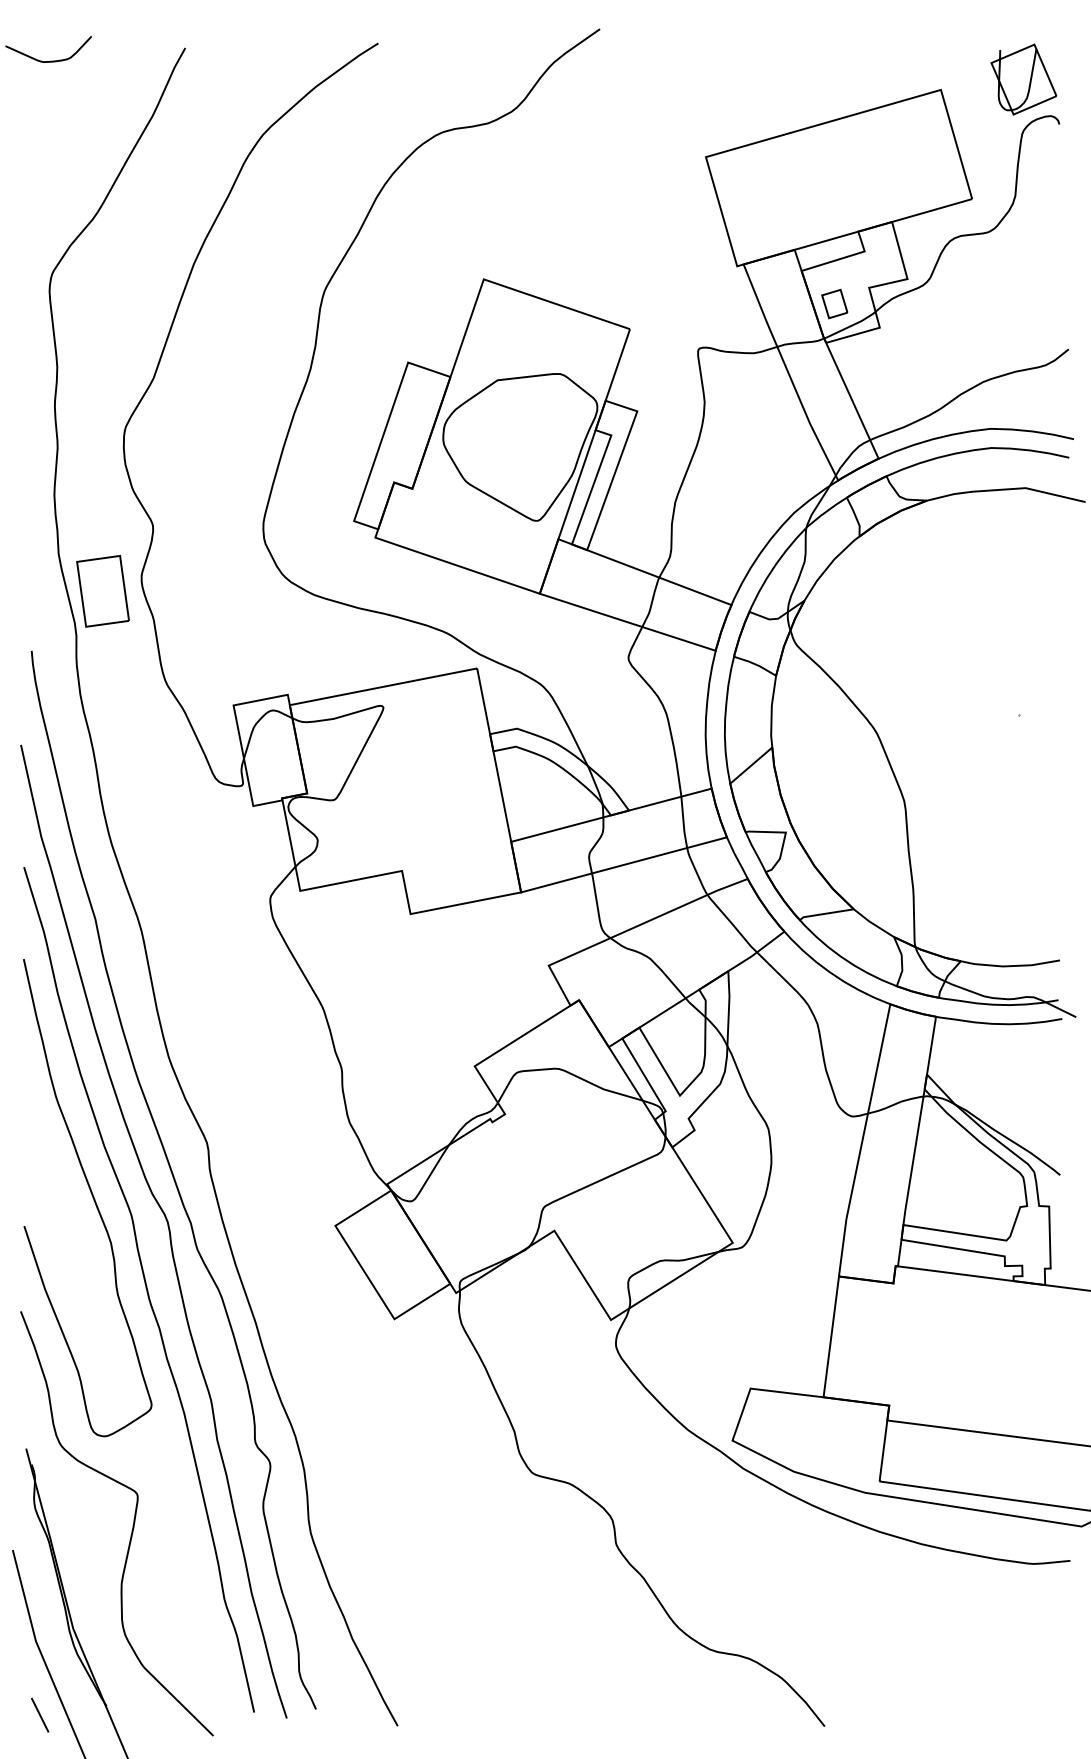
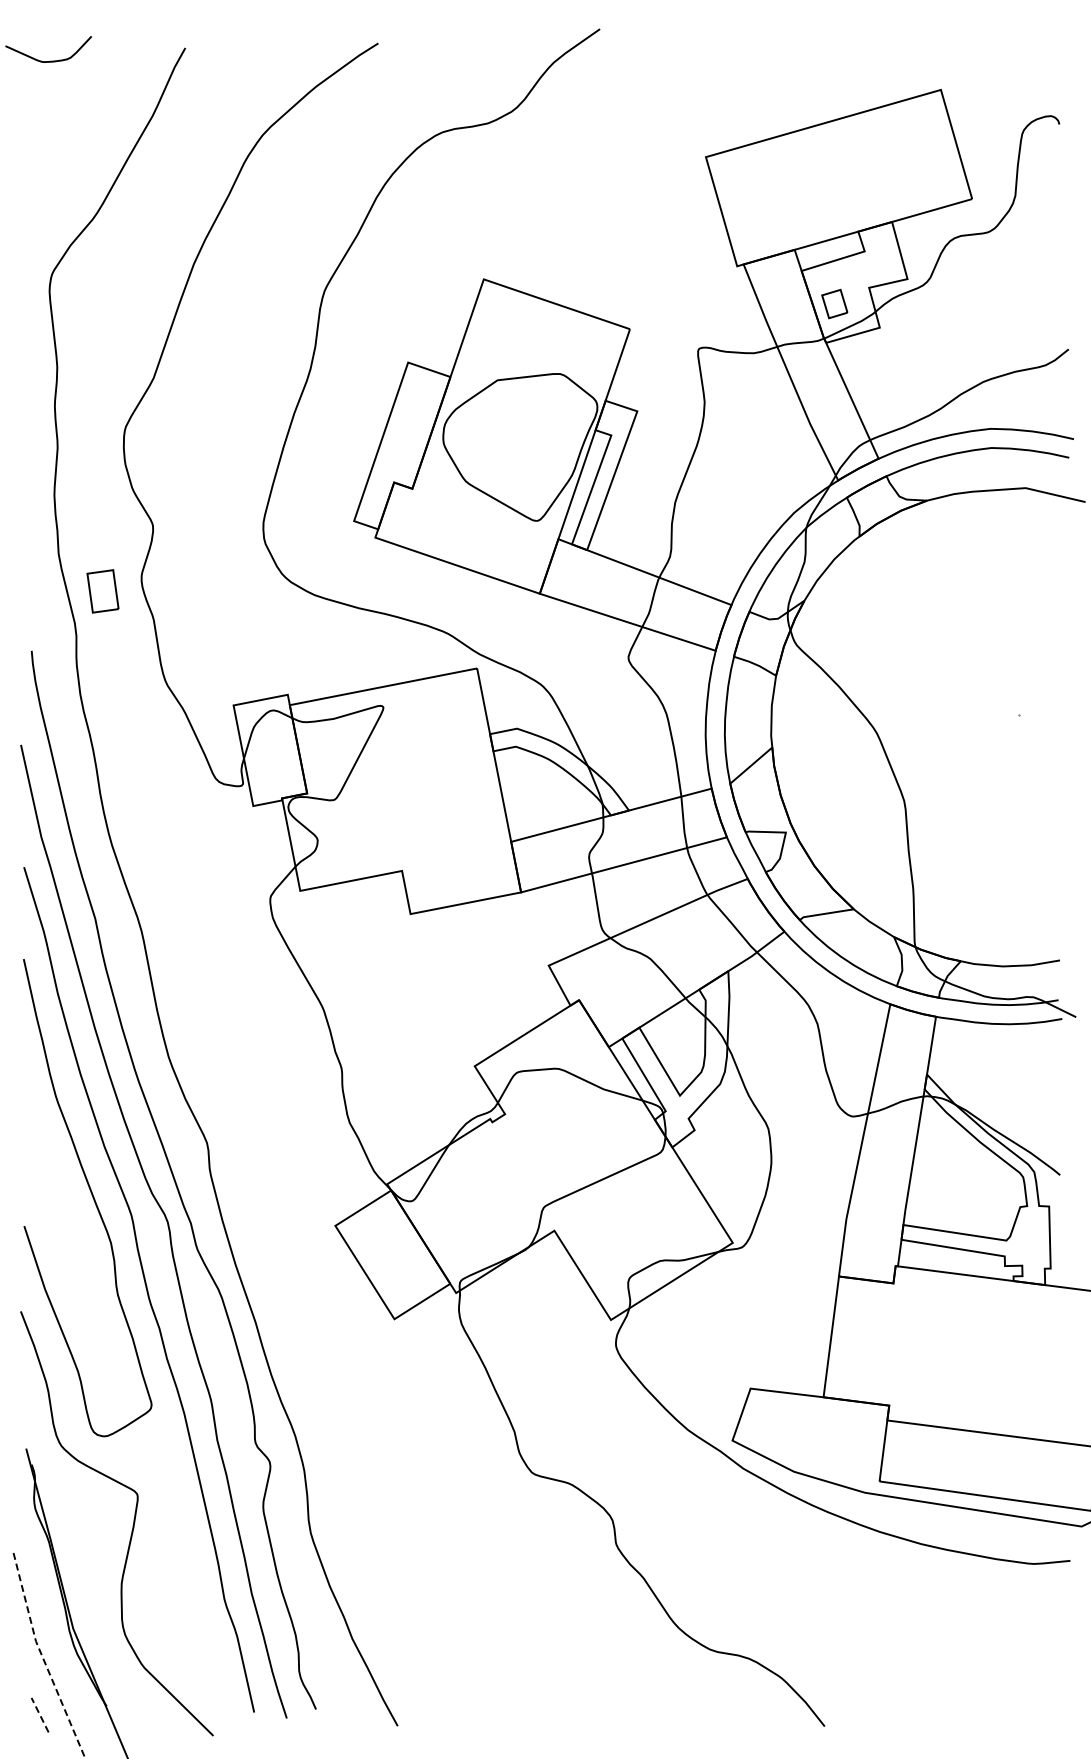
part at (1023, 79): present -> none
part at (102, 591) size: 54x73 px -> 34x45 px
line at (41, 1655): solid -> dashed
line at (39, 1714): solid -> dashed
